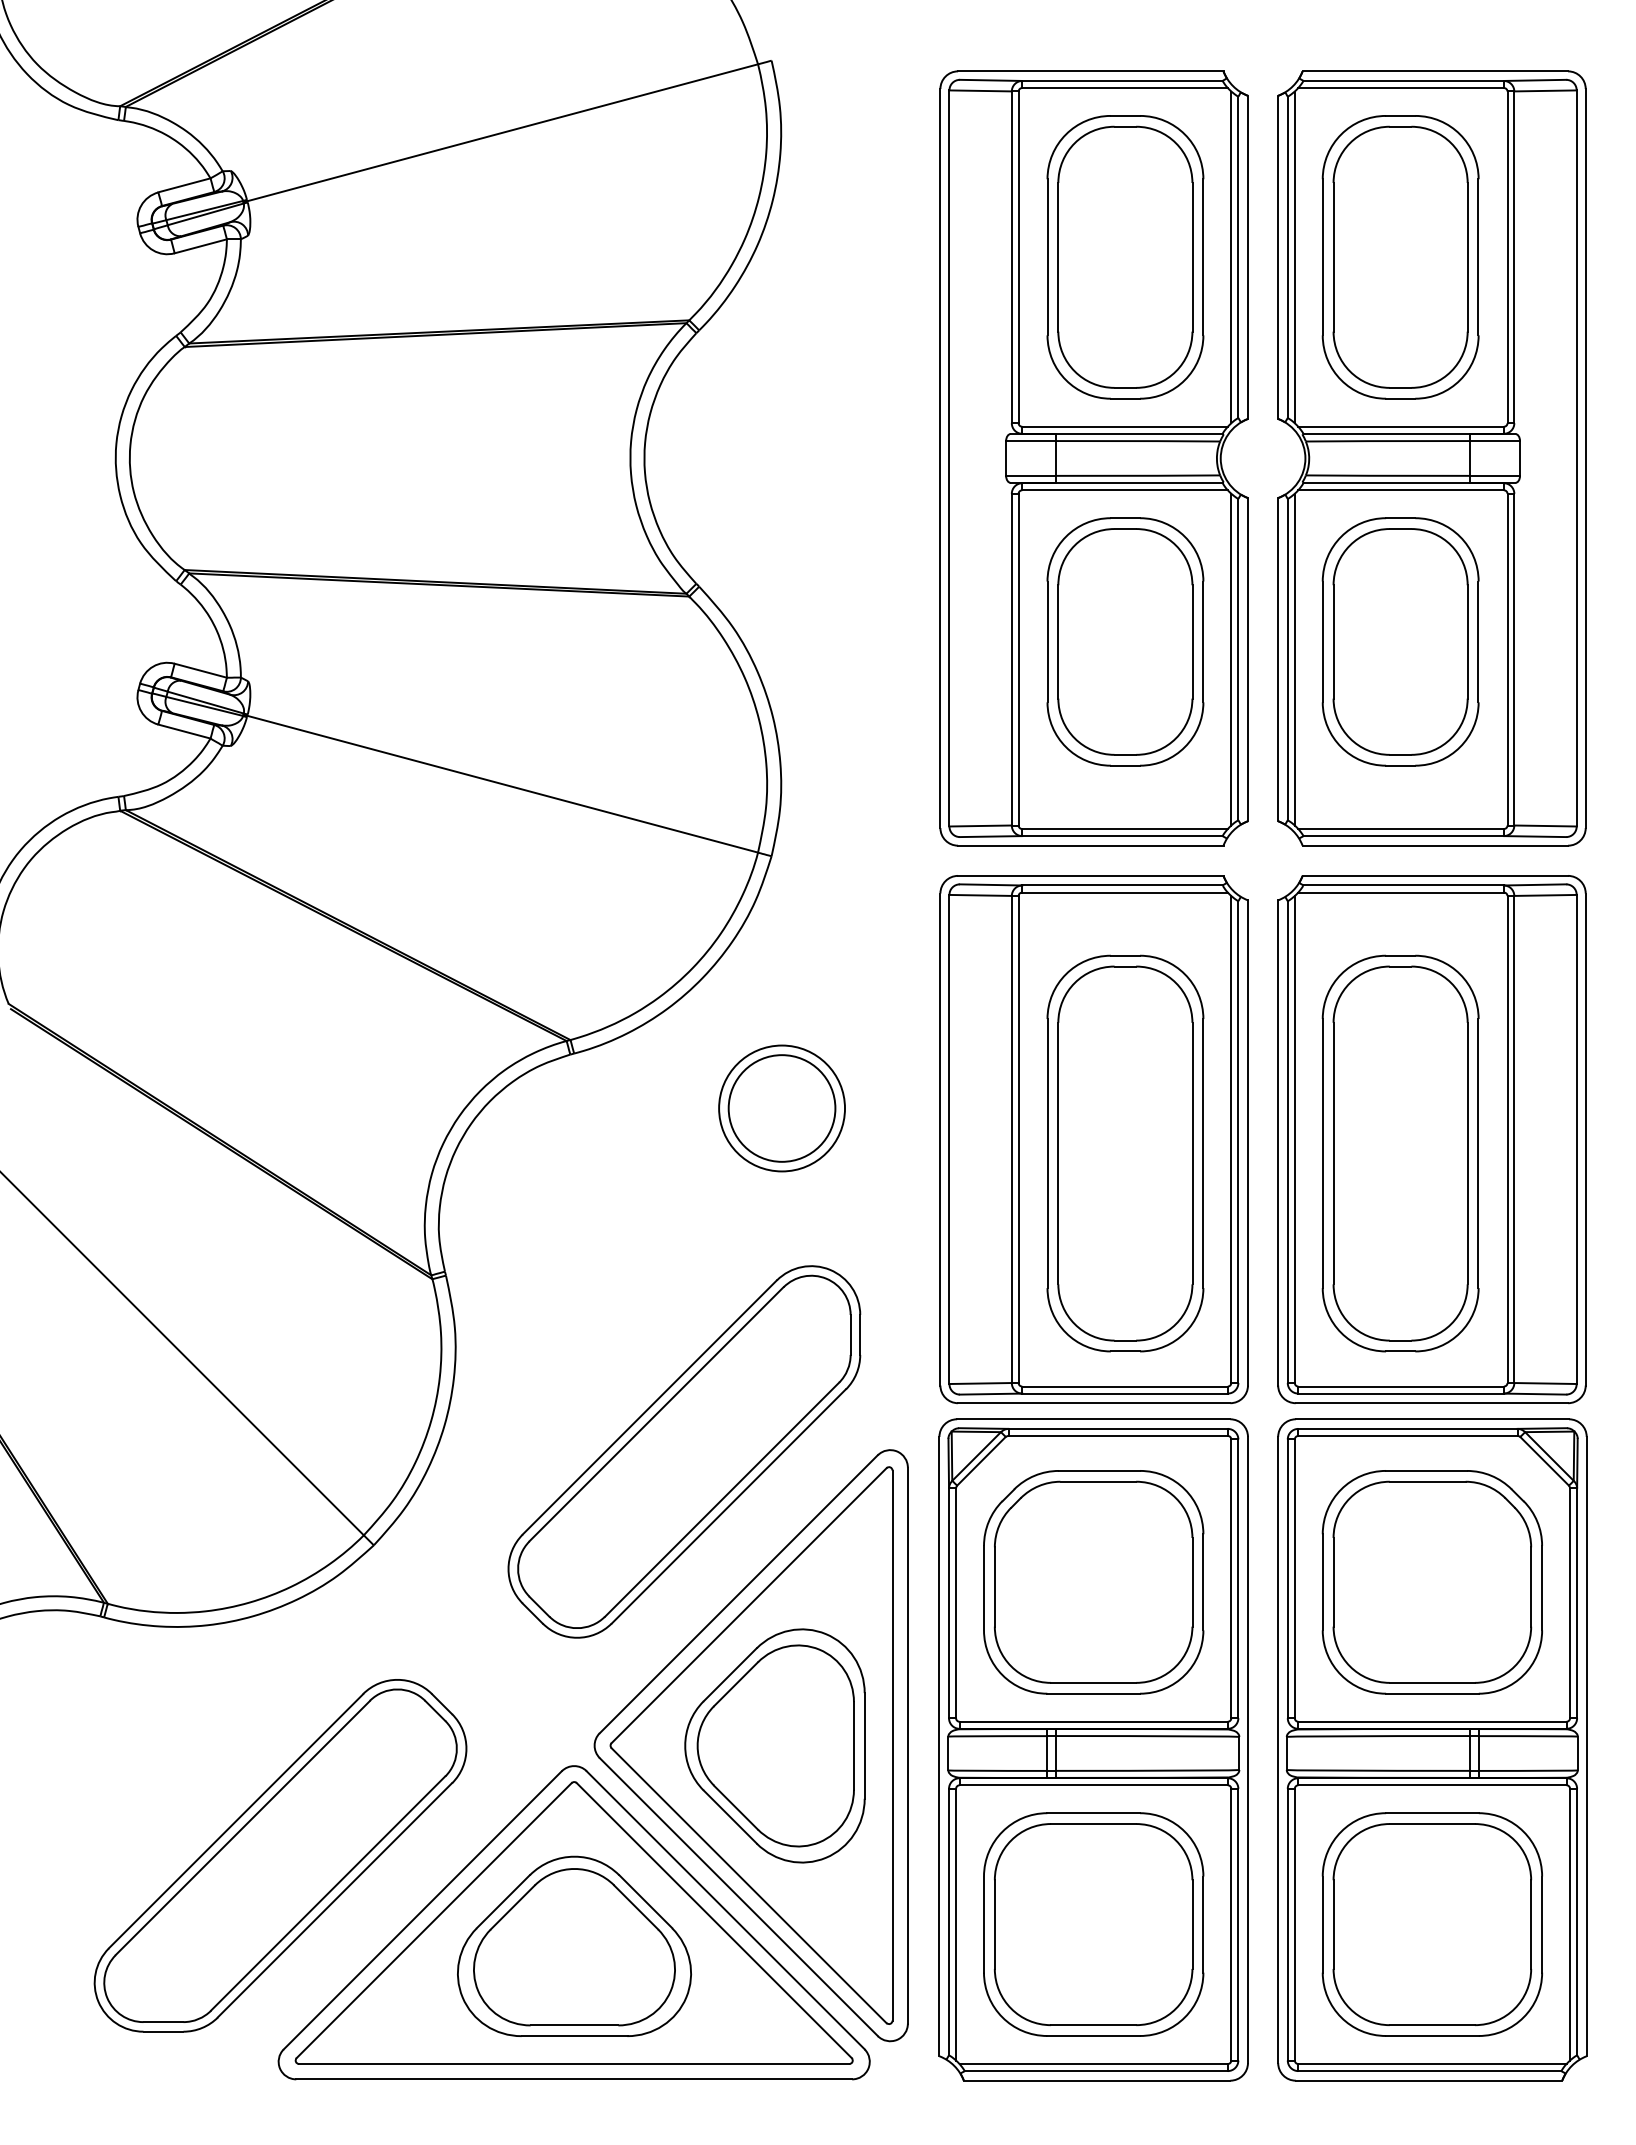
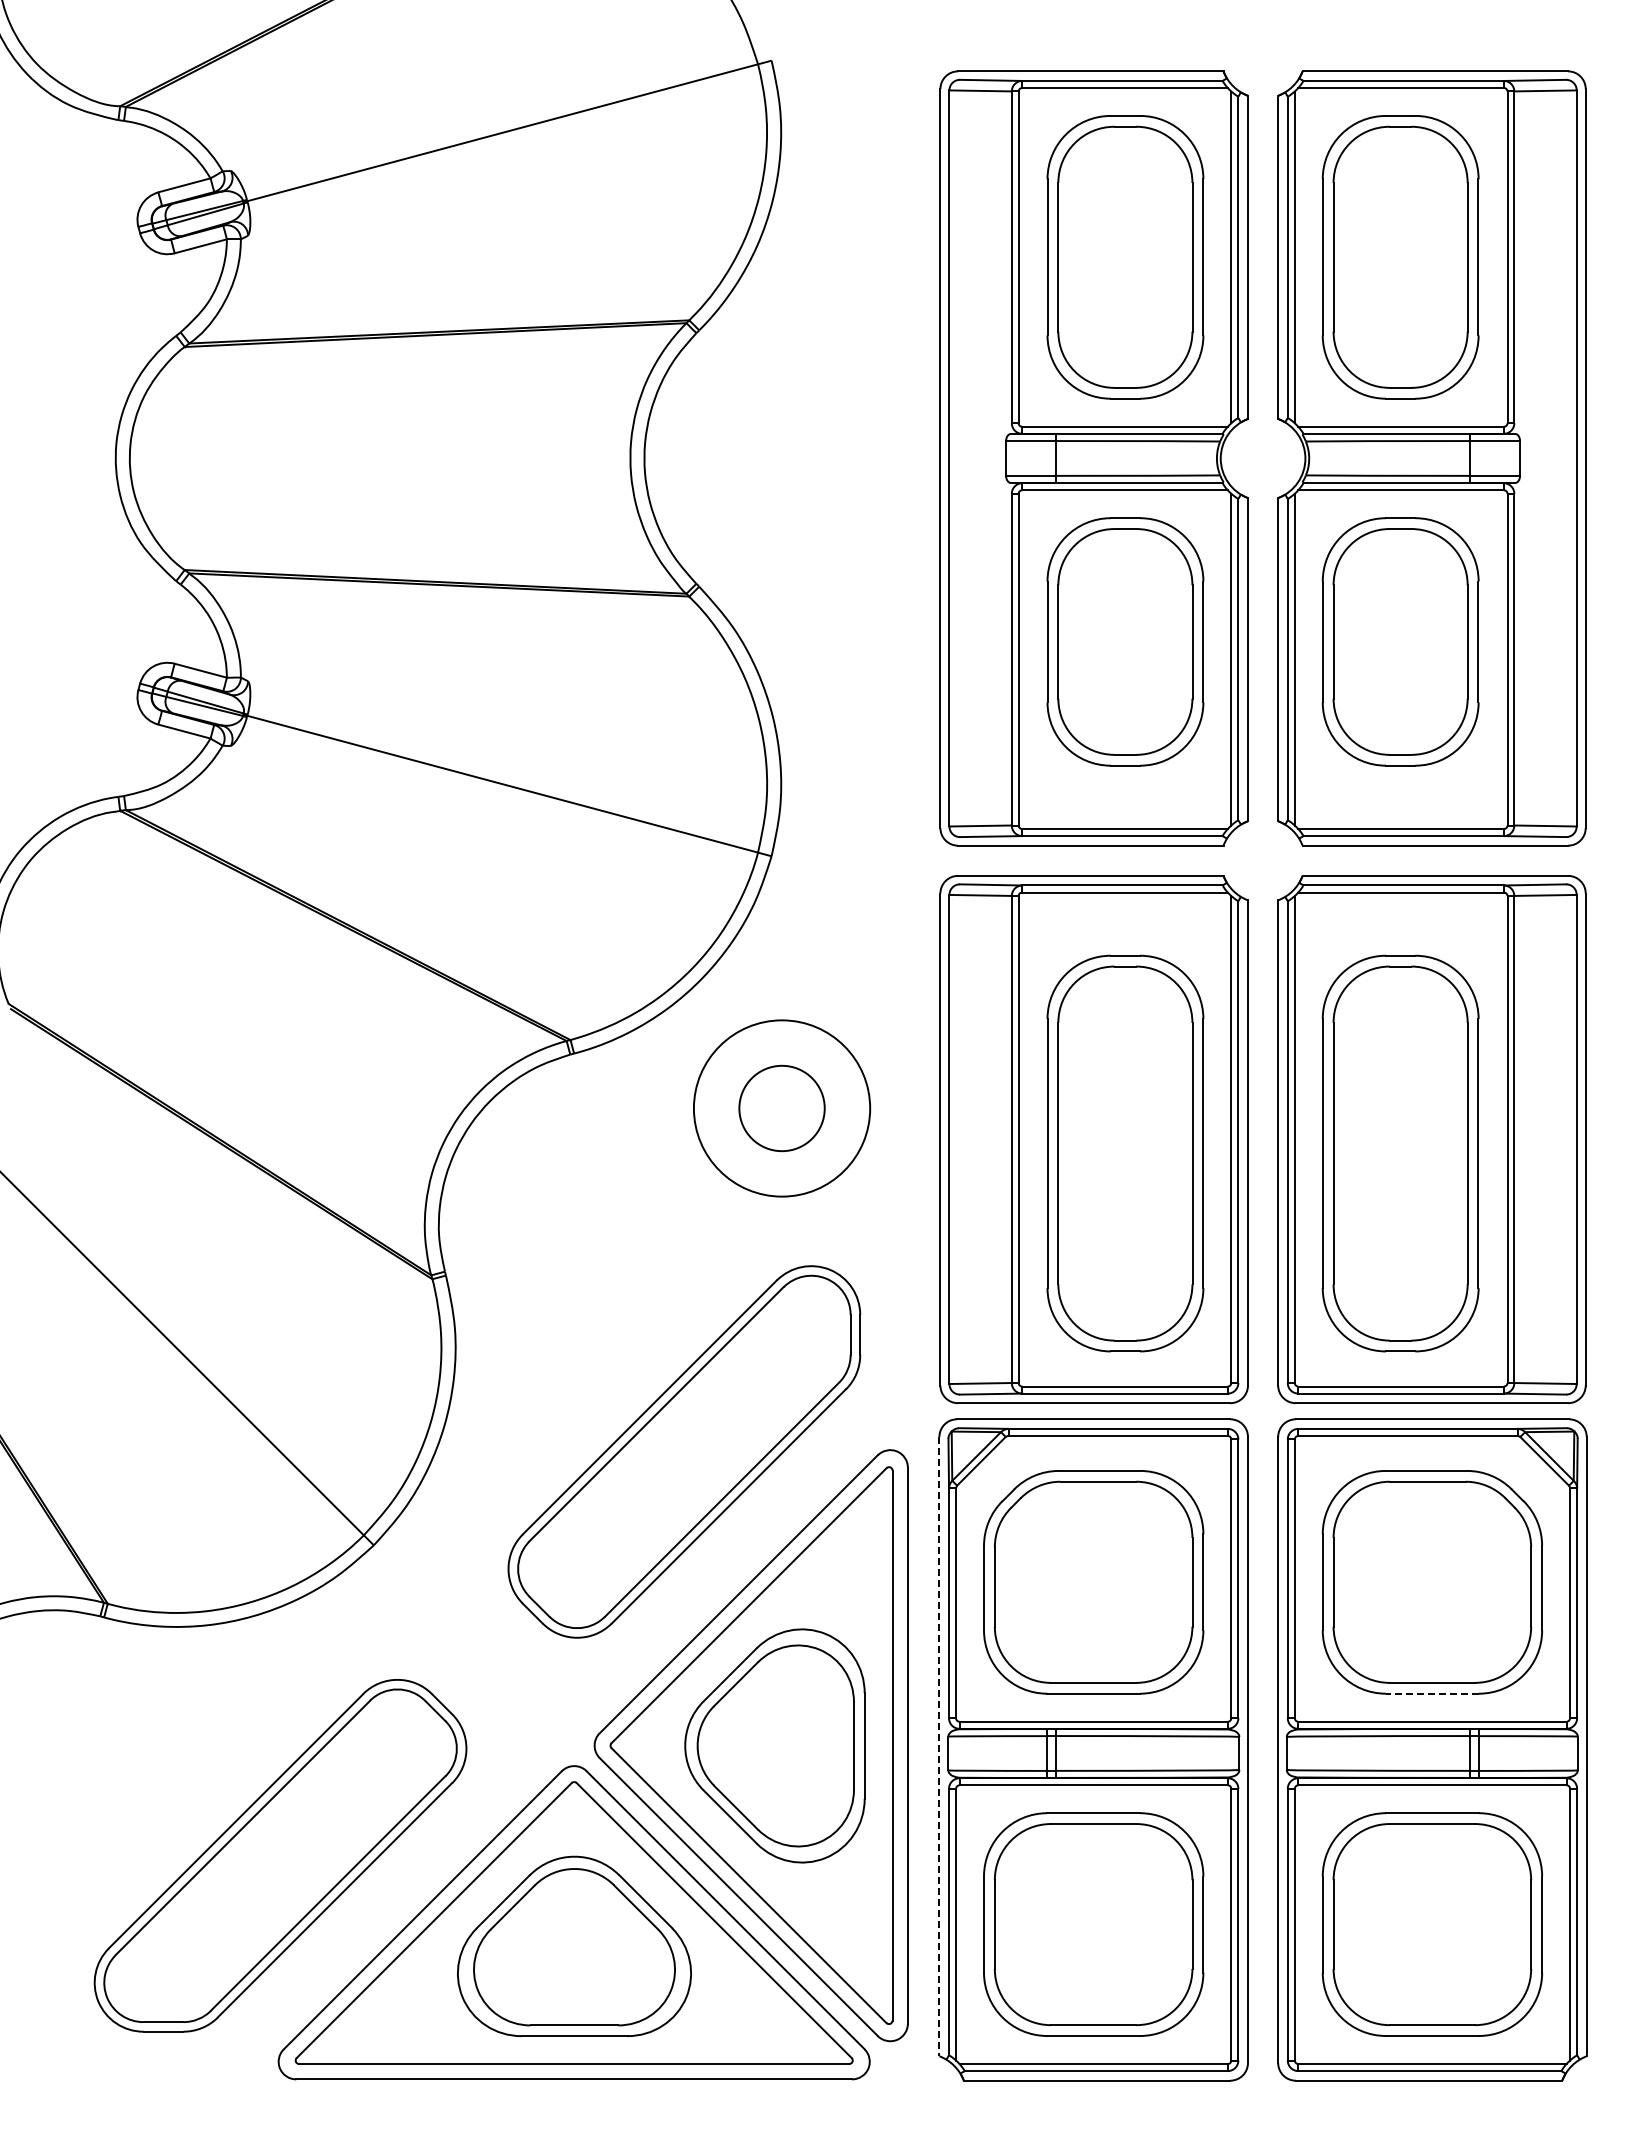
circle at (781, 1108) diameter: 107 px -> 85 px
circle at (782, 1108) diameter: 126 px -> 176 px
line at (1431, 1693): solid -> dashed
line at (939, 1746): solid -> dashed
